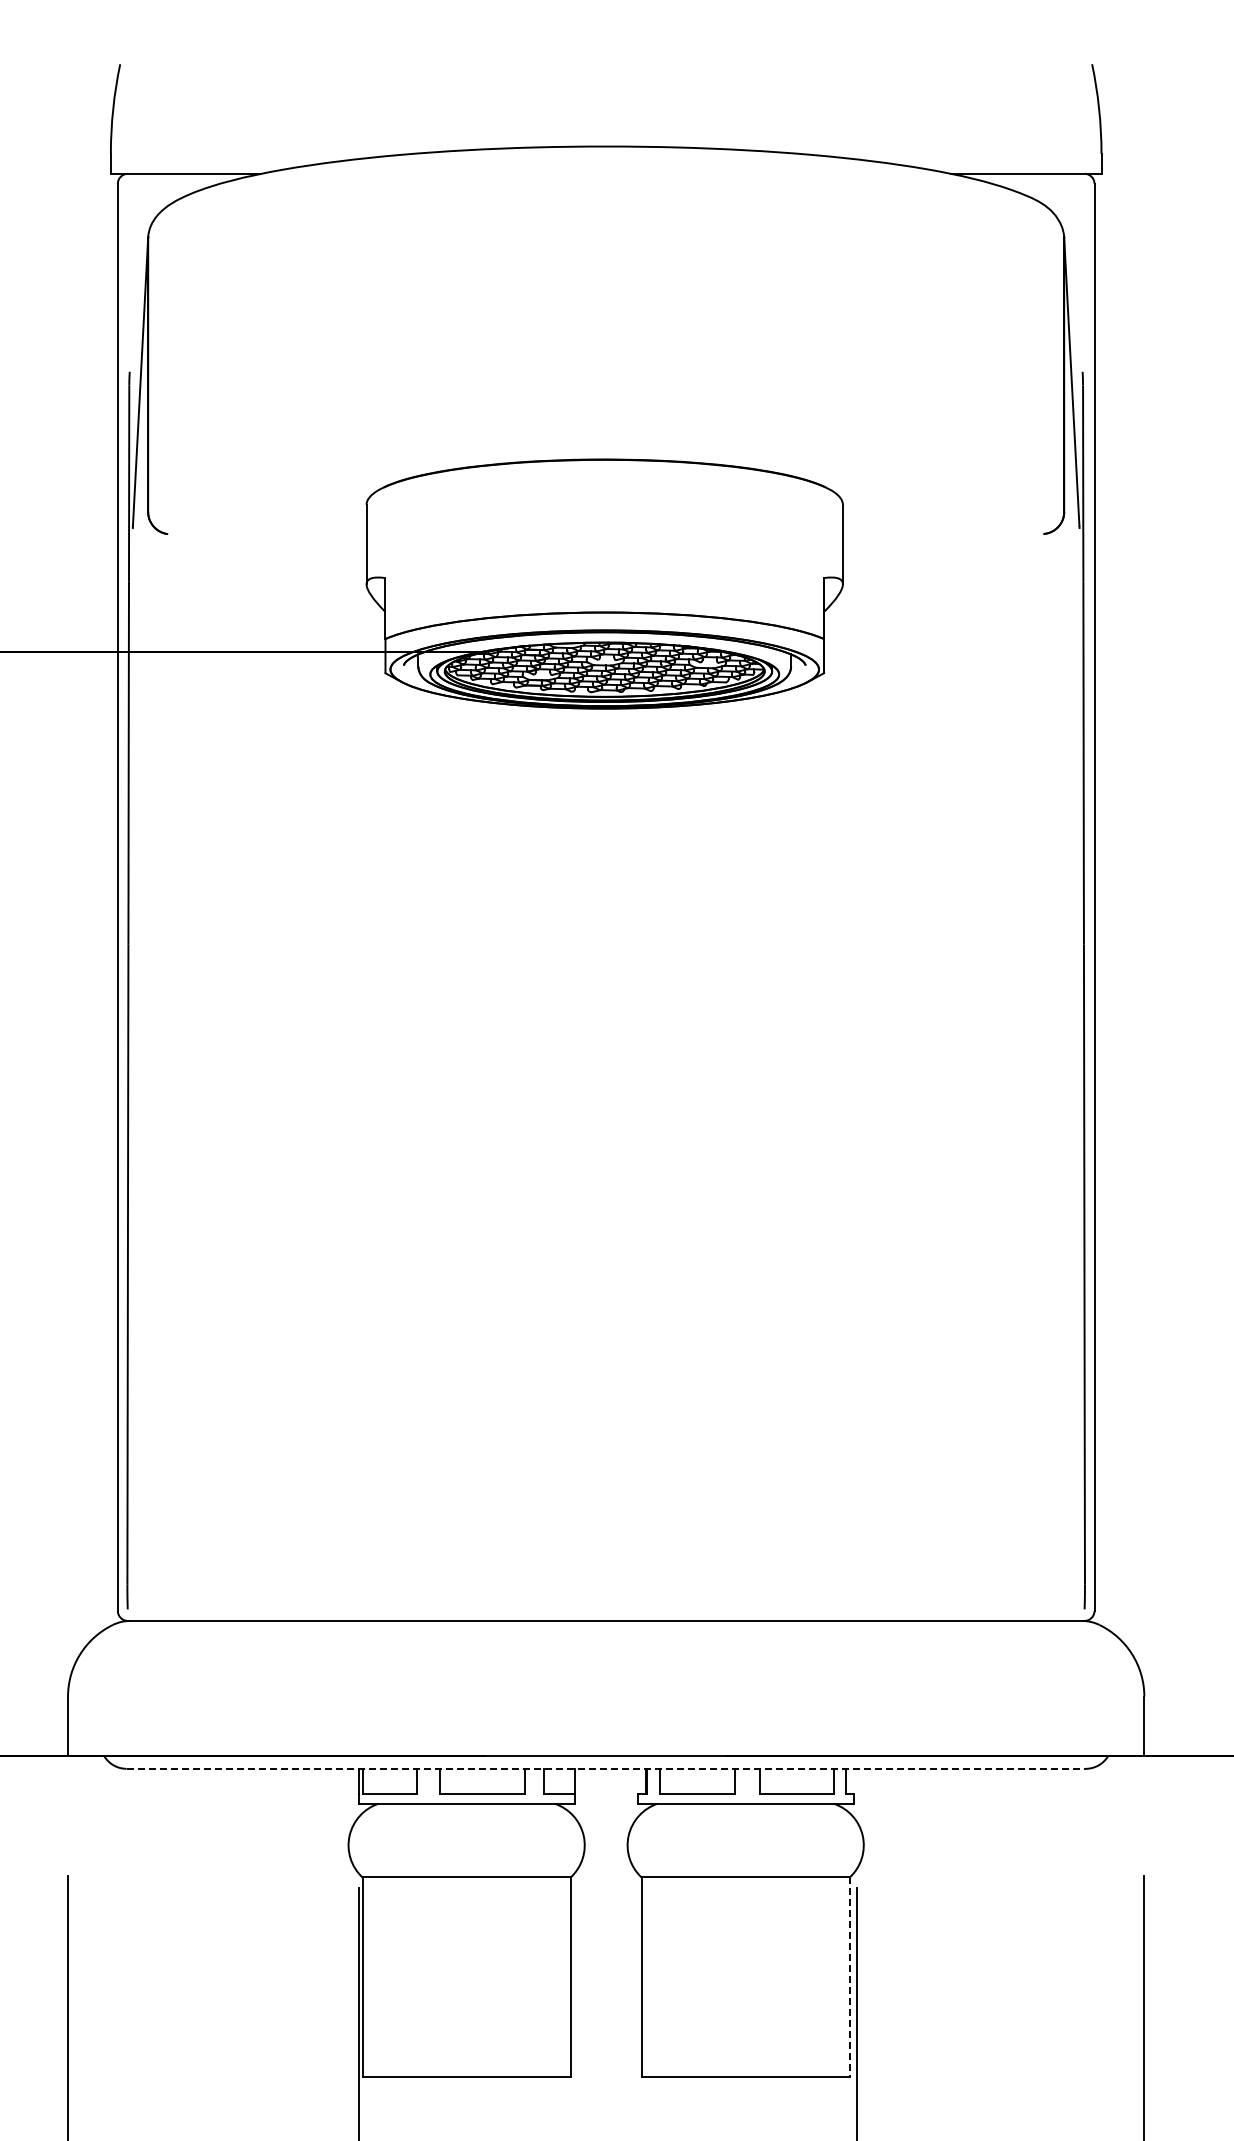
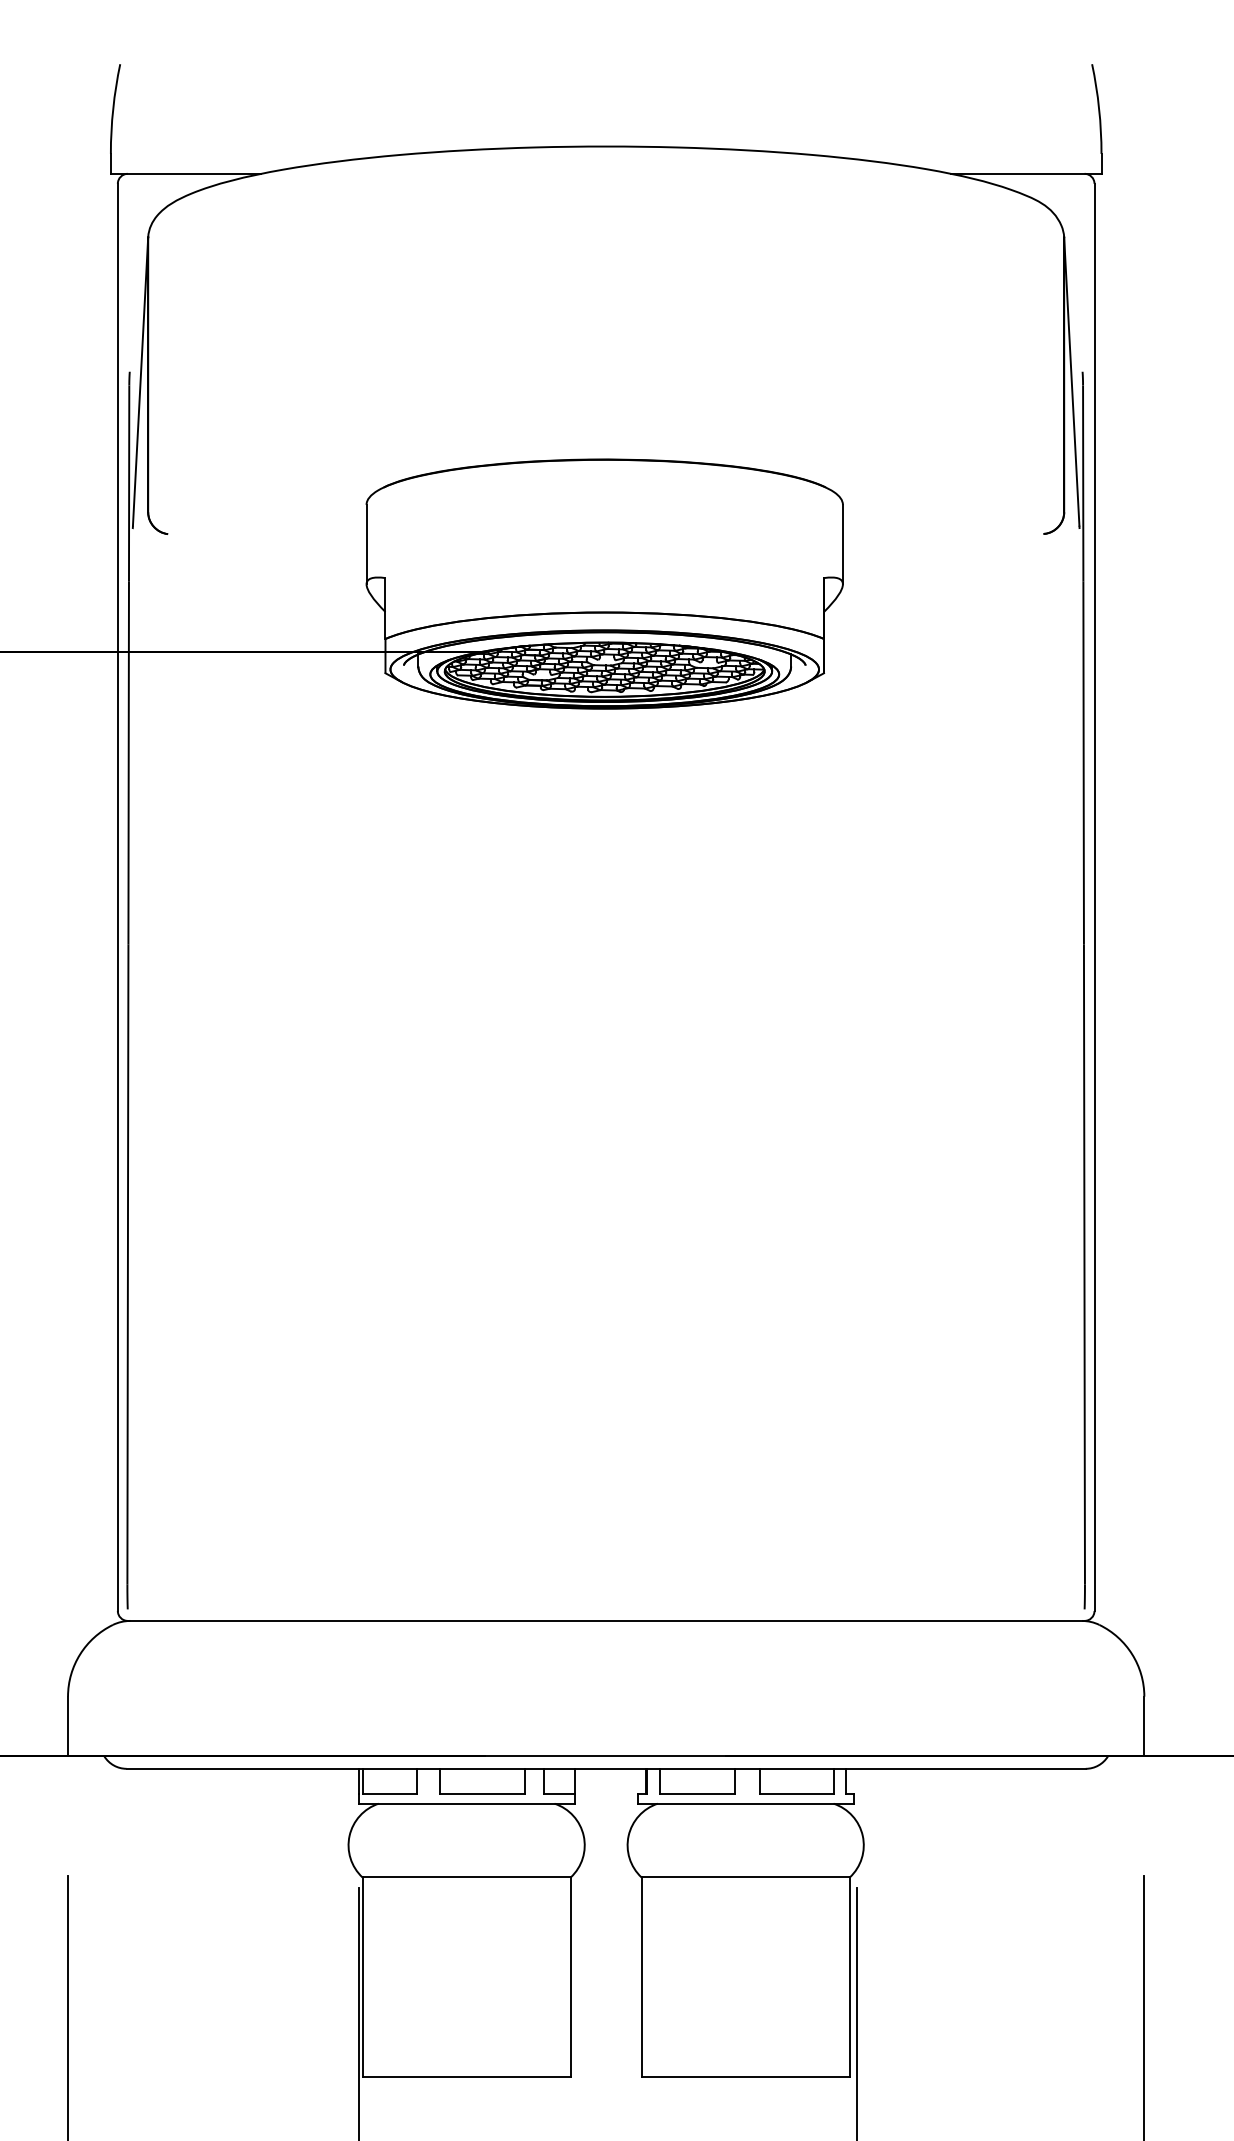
line at (606, 1768): dashed -> solid
line at (849, 1977): dashed -> solid
